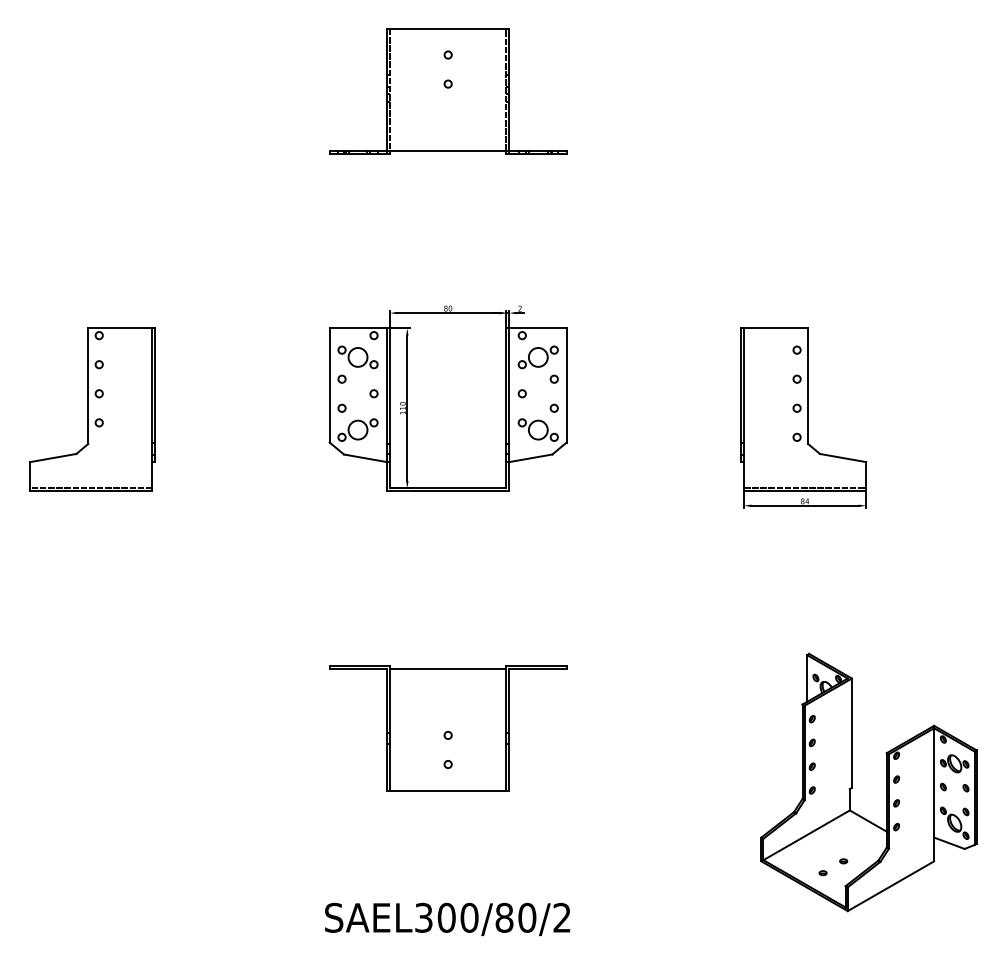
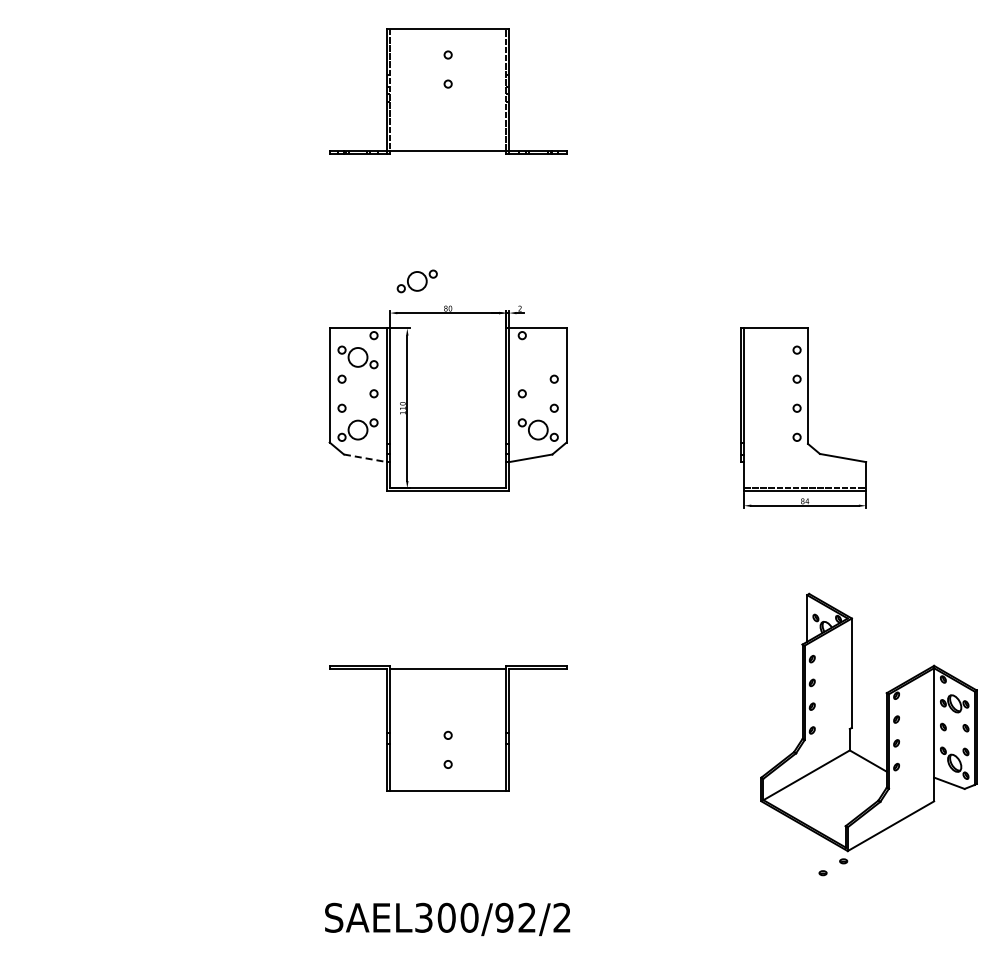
part at (537, 357) position: (537, 357) -> (416, 281)
part at (92, 409): present -> none
line at (365, 458): solid -> dashed
part at (852, 782) position: (852, 782) -> (852, 722)
text at (515, 917): SAEL300/80/2 -> SAEL300/92/2
